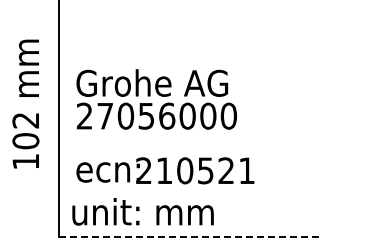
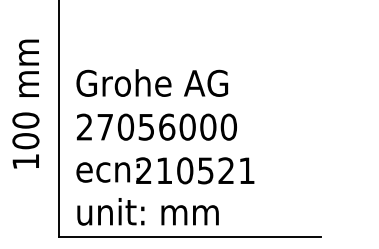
text at (156, 115) position: (156, 115) -> (156, 126)
text at (25, 120): 102 -> 100
text at (142, 211) position: (142, 211) -> (147, 211)
line at (190, 236): dashed -> solid
